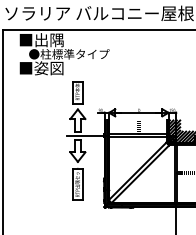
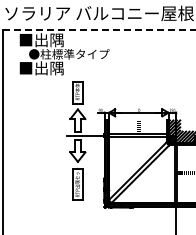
line at (99, 30): solid -> dashed
text at (48, 68): ■姿図 -> ■出隅
